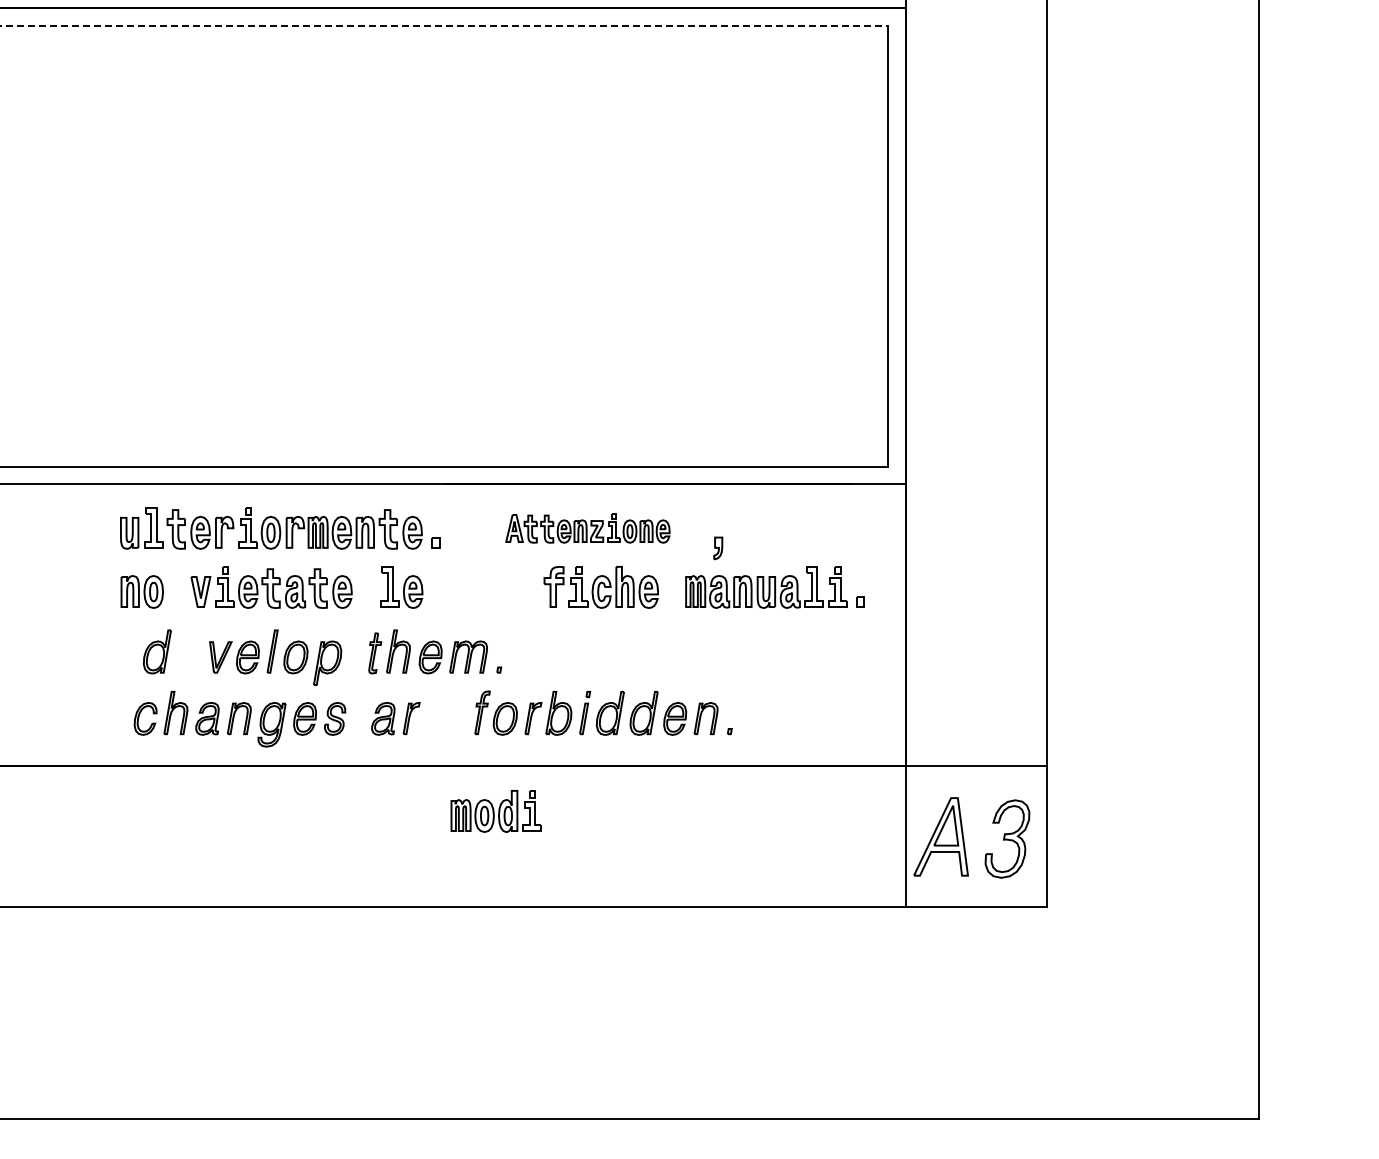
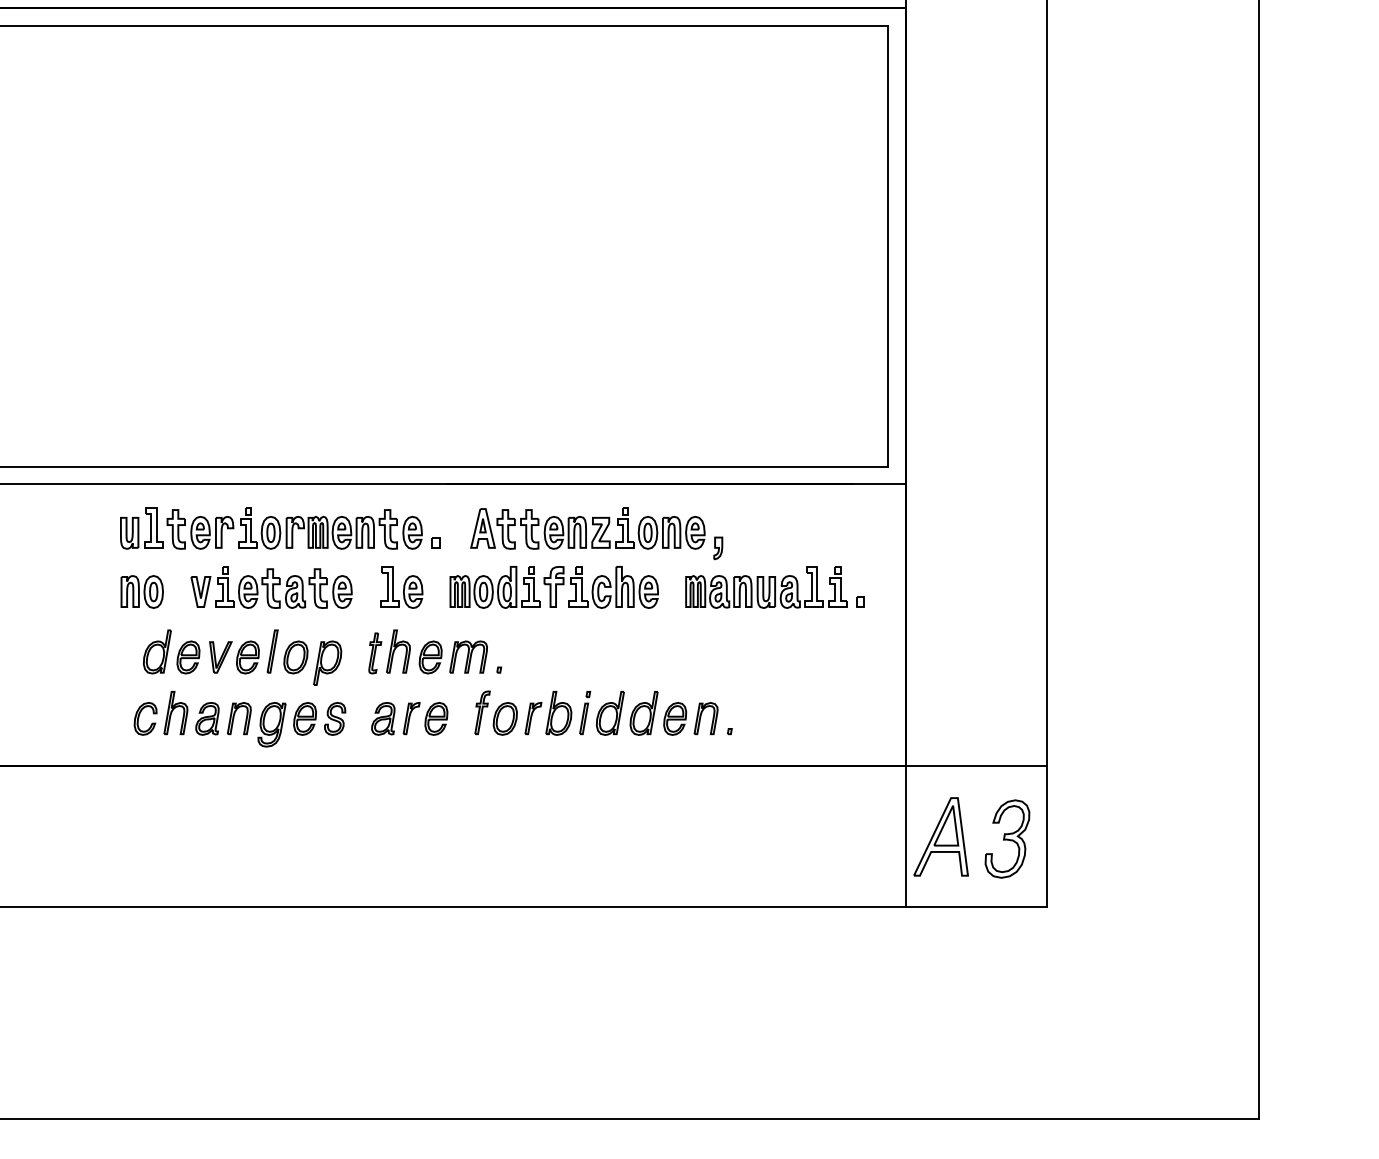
line at (444, 25): dashed -> solid
part at (587, 528) size: 166x31 px -> 236x43 px
part at (188, 657): none -> present
part at (436, 718): none -> present
part at (495, 811) position: (495, 811) -> (494, 587)
